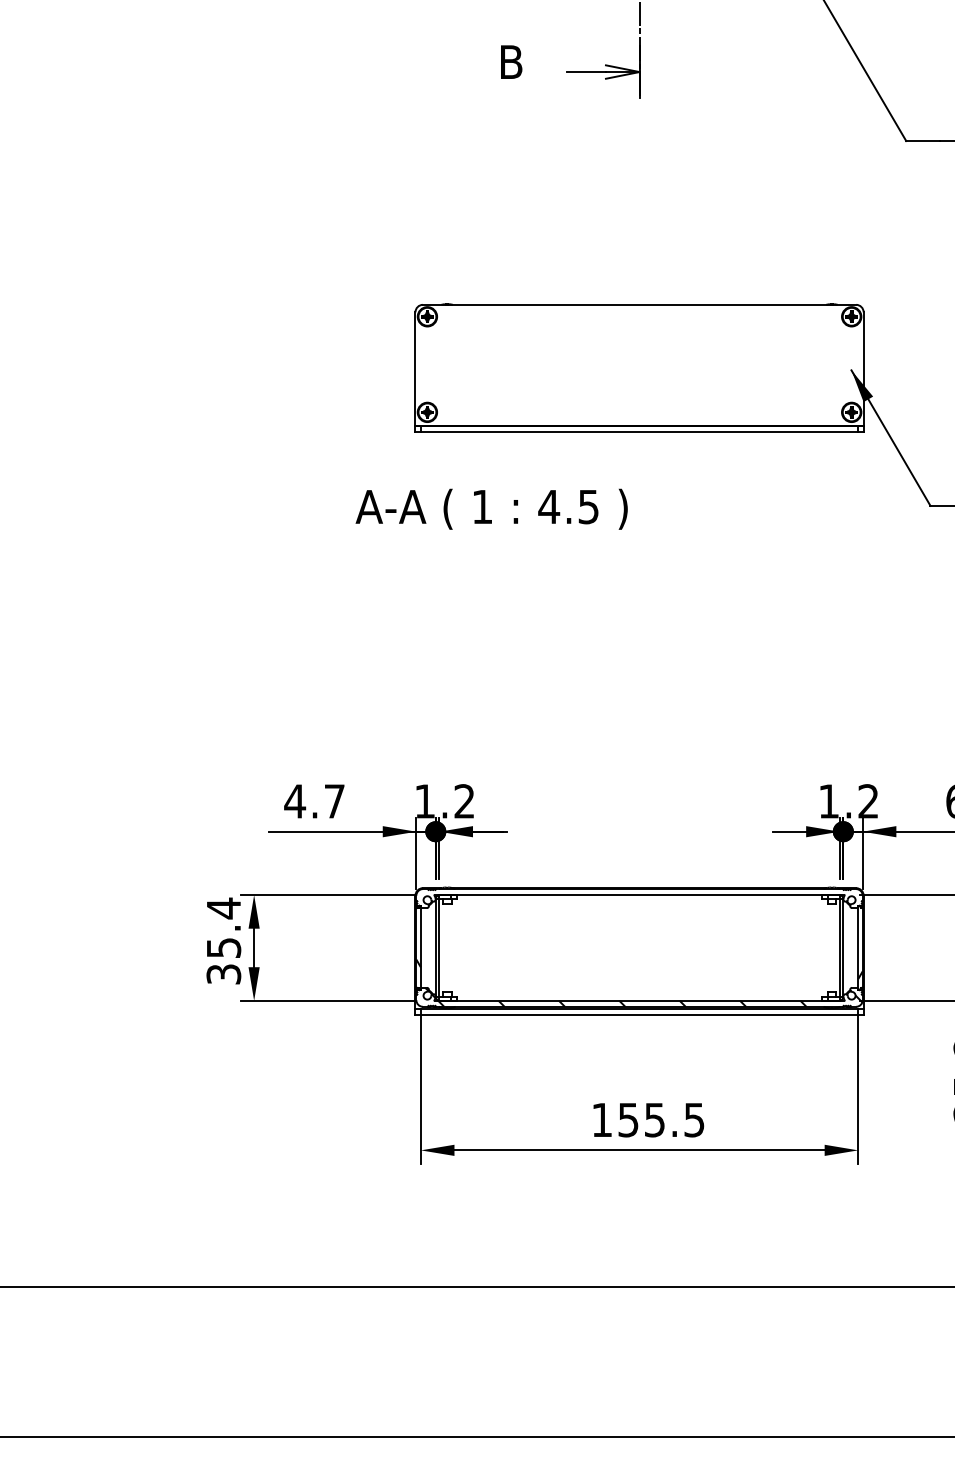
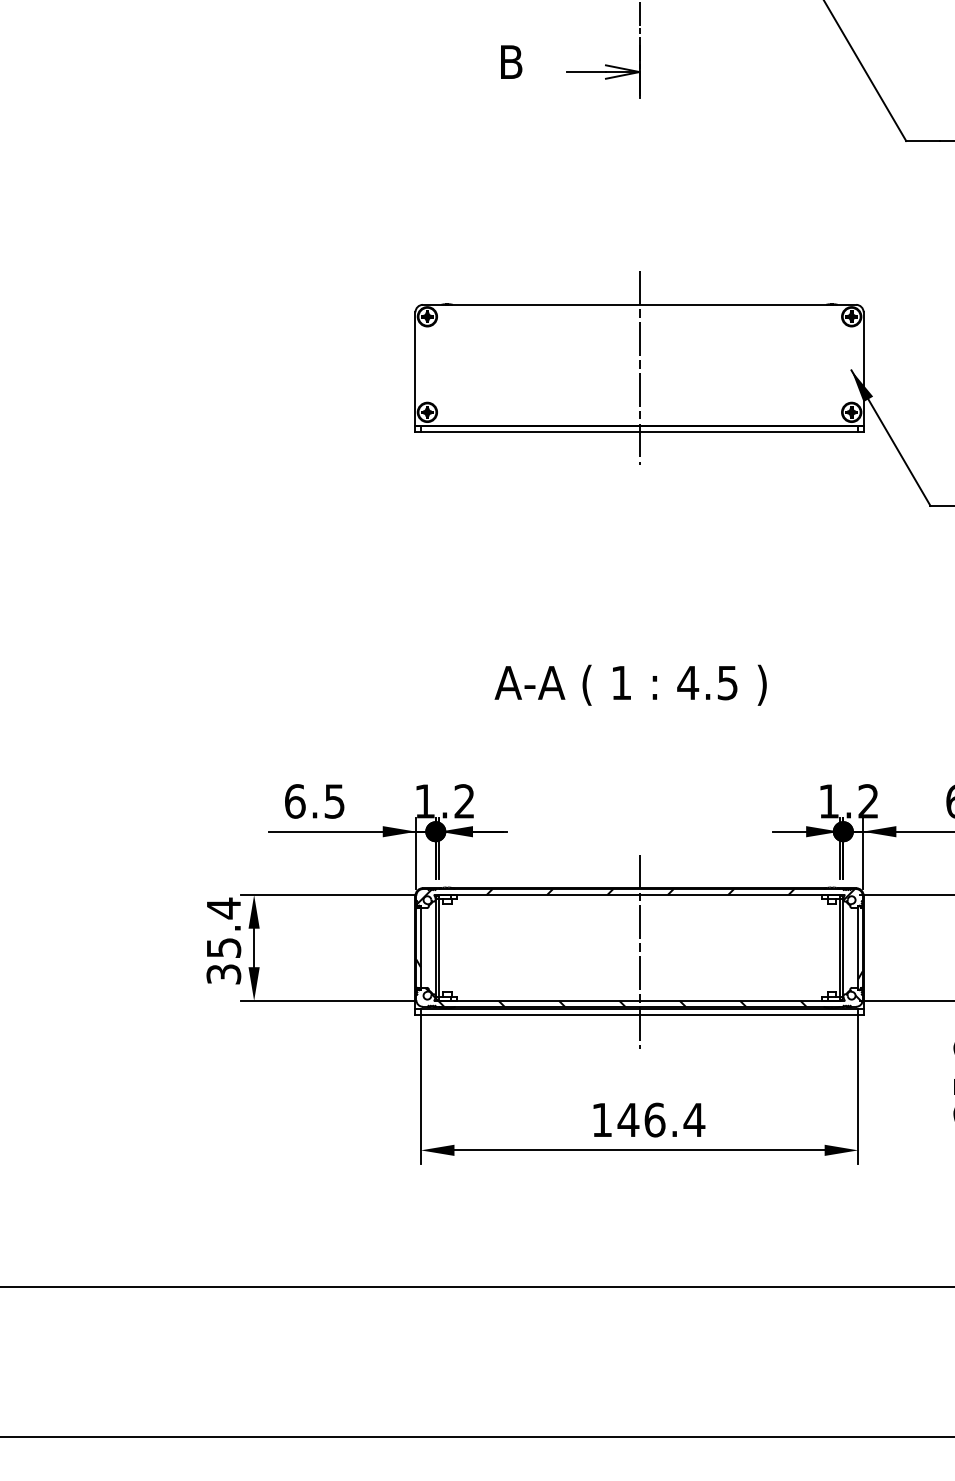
line at (639, 368): none -> present
text at (491, 508) position: (491, 508) -> (630, 684)
text at (314, 801): 4.7 -> 6.5
hatch at (635, 896): none -> present
line at (639, 951): none -> present
text at (661, 1119): 155.5 -> 146.4
